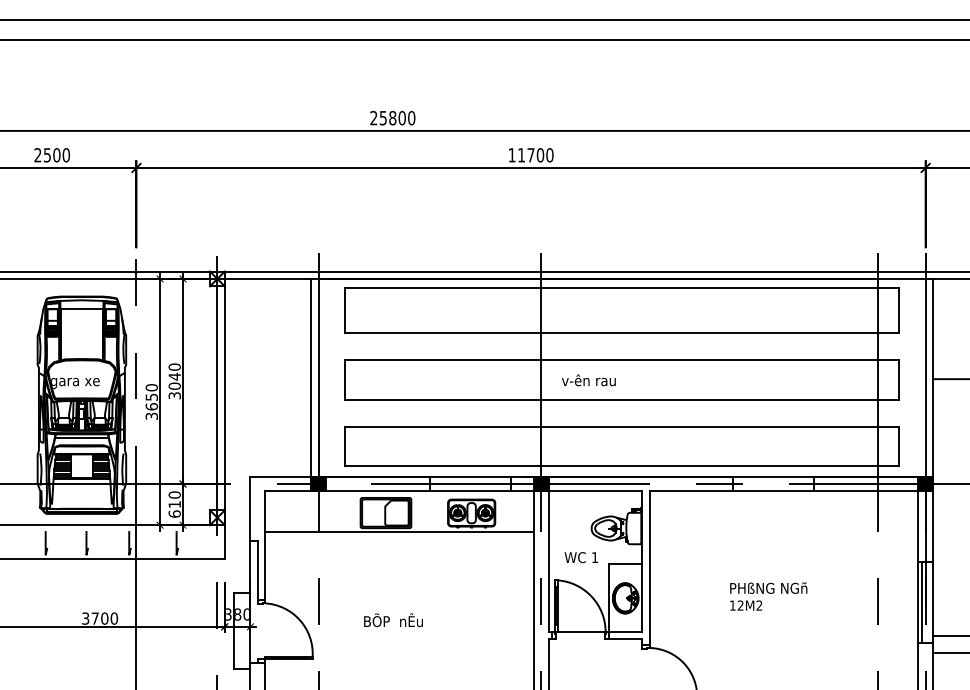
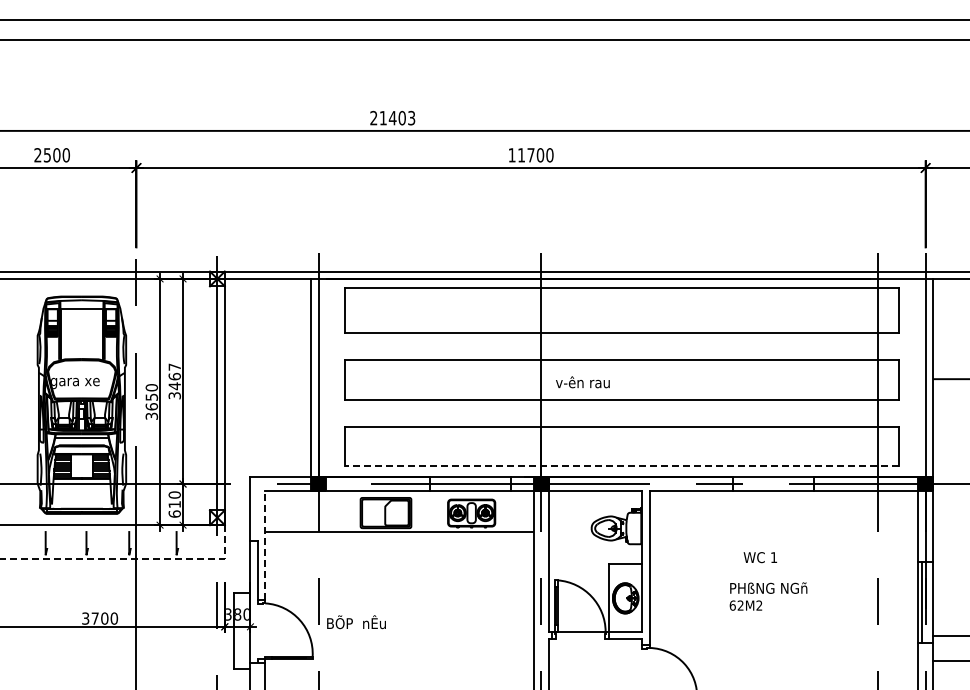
text at (397, 117): 25800 -> 21403
text at (174, 376): 3040 -> 3467
text at (588, 380) position: (588, 380) -> (582, 382)
line at (621, 465): solid -> dashed
line at (265, 545): solid -> dashed
text at (580, 557) position: (580, 557) -> (759, 557)
line at (130, 558): solid -> dashed
text at (732, 605): 12M2 -> 62M2
text at (393, 620) position: (393, 620) -> (356, 622)
line at (949, 652) position: (949, 652) -> (949, 660)
